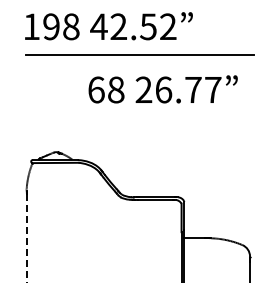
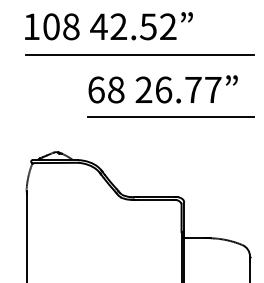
text at (51, 26): 198 -> 108
line at (170, 116): none -> present
line at (26, 238): dashed -> solid
